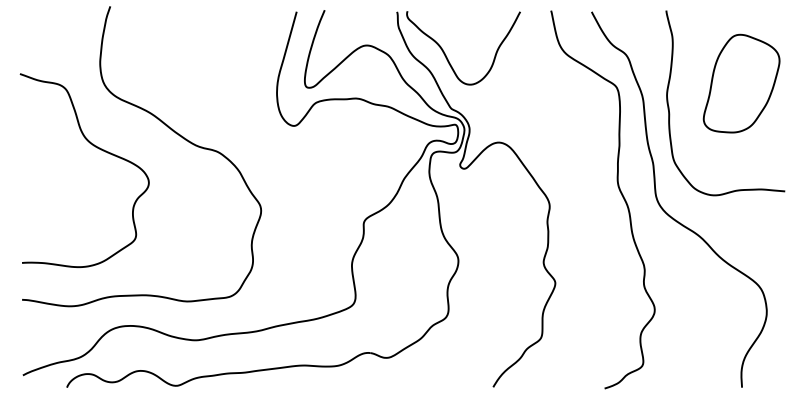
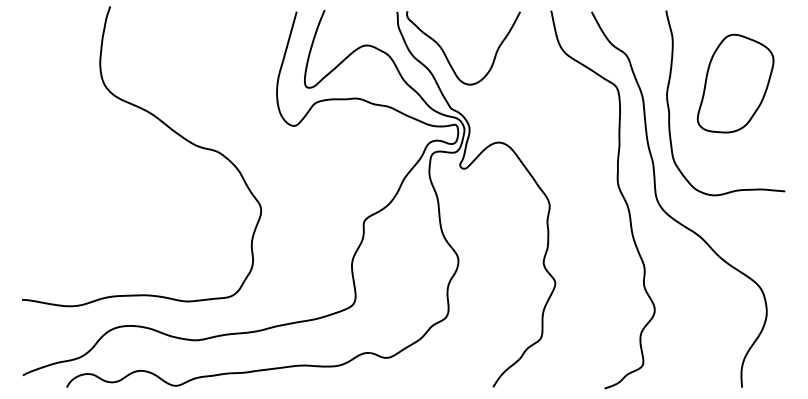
part at (741, 83) position: (741, 83) -> (735, 83)
curve at (95, 147): present -> none
